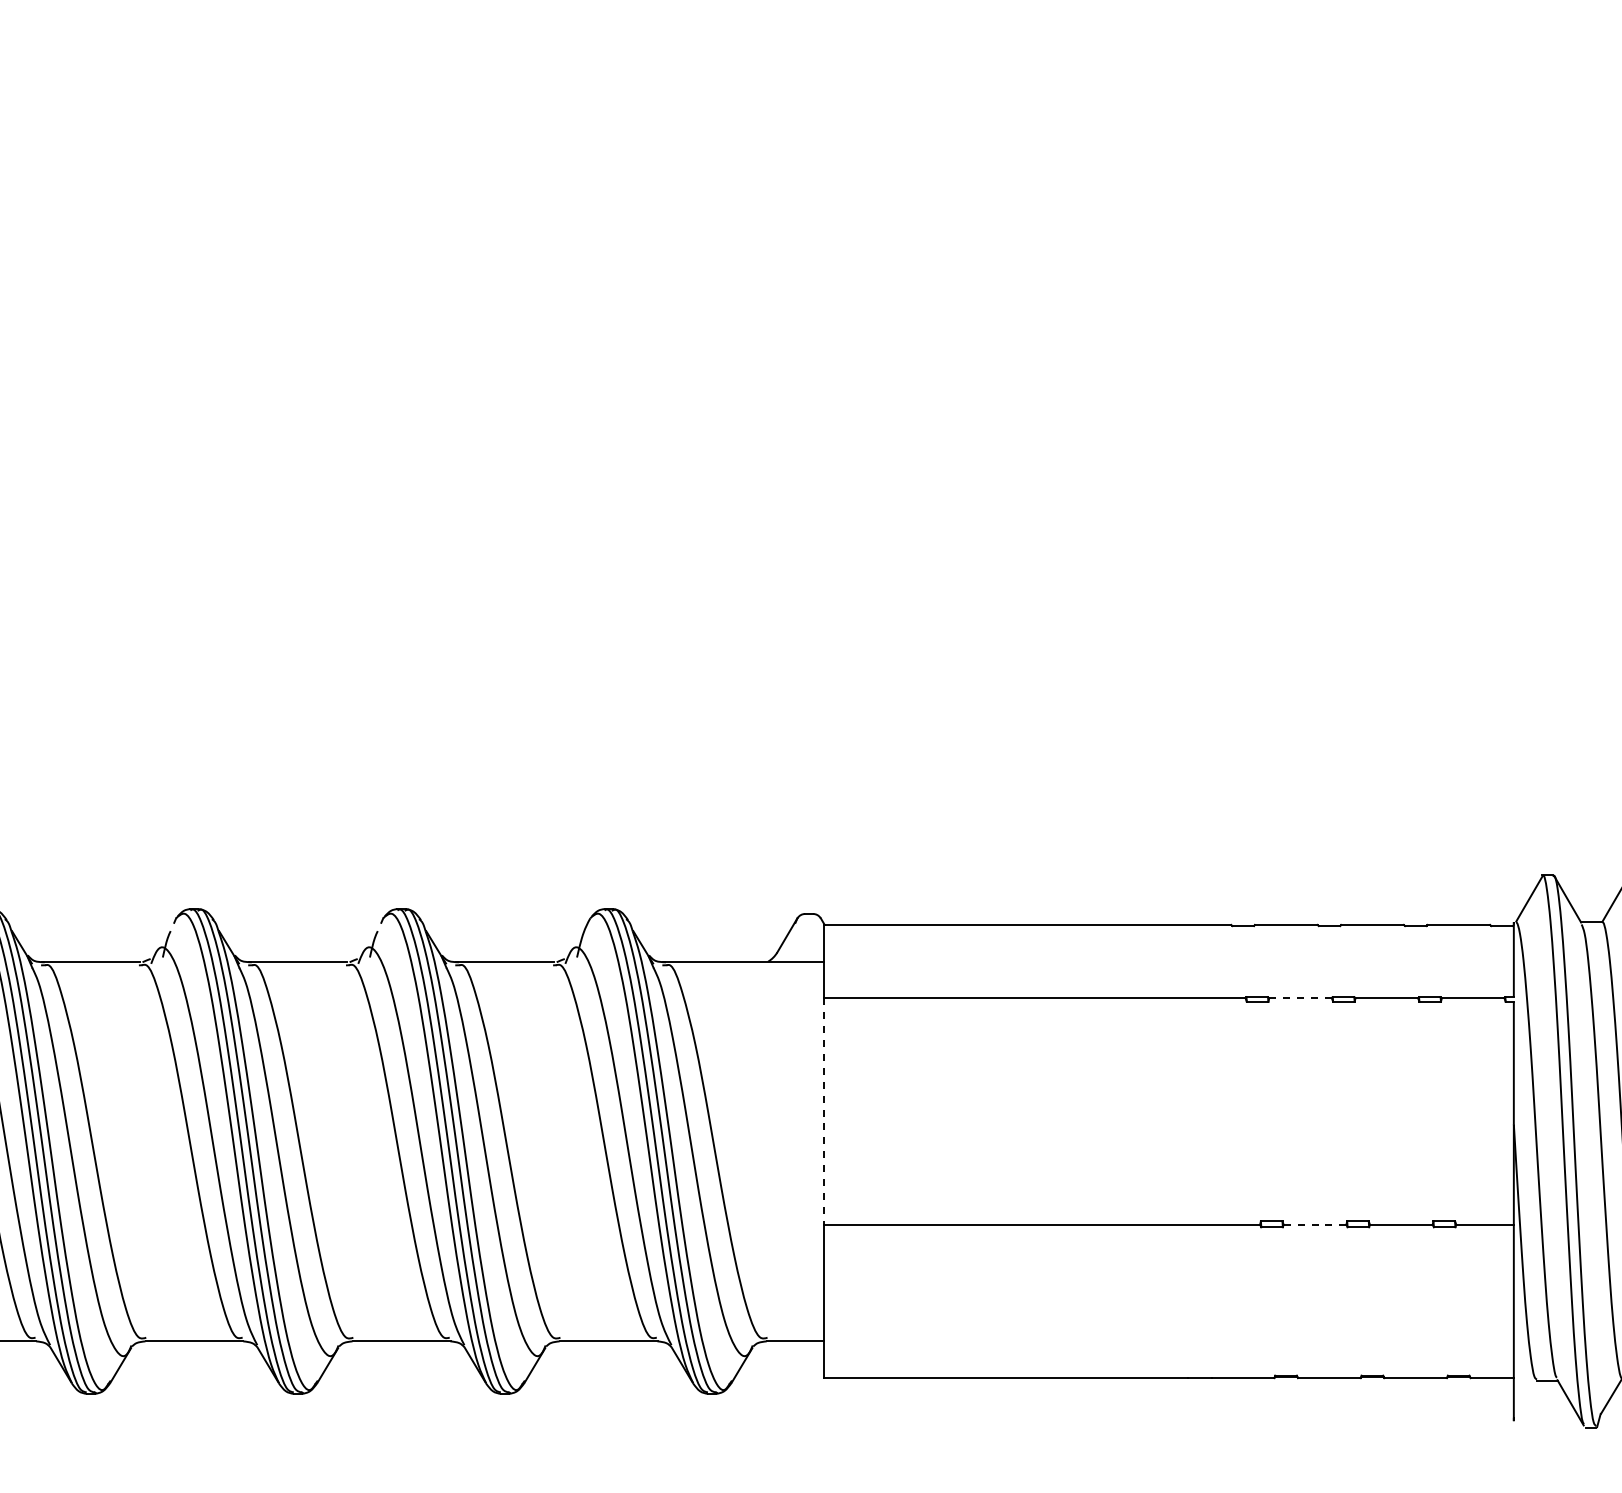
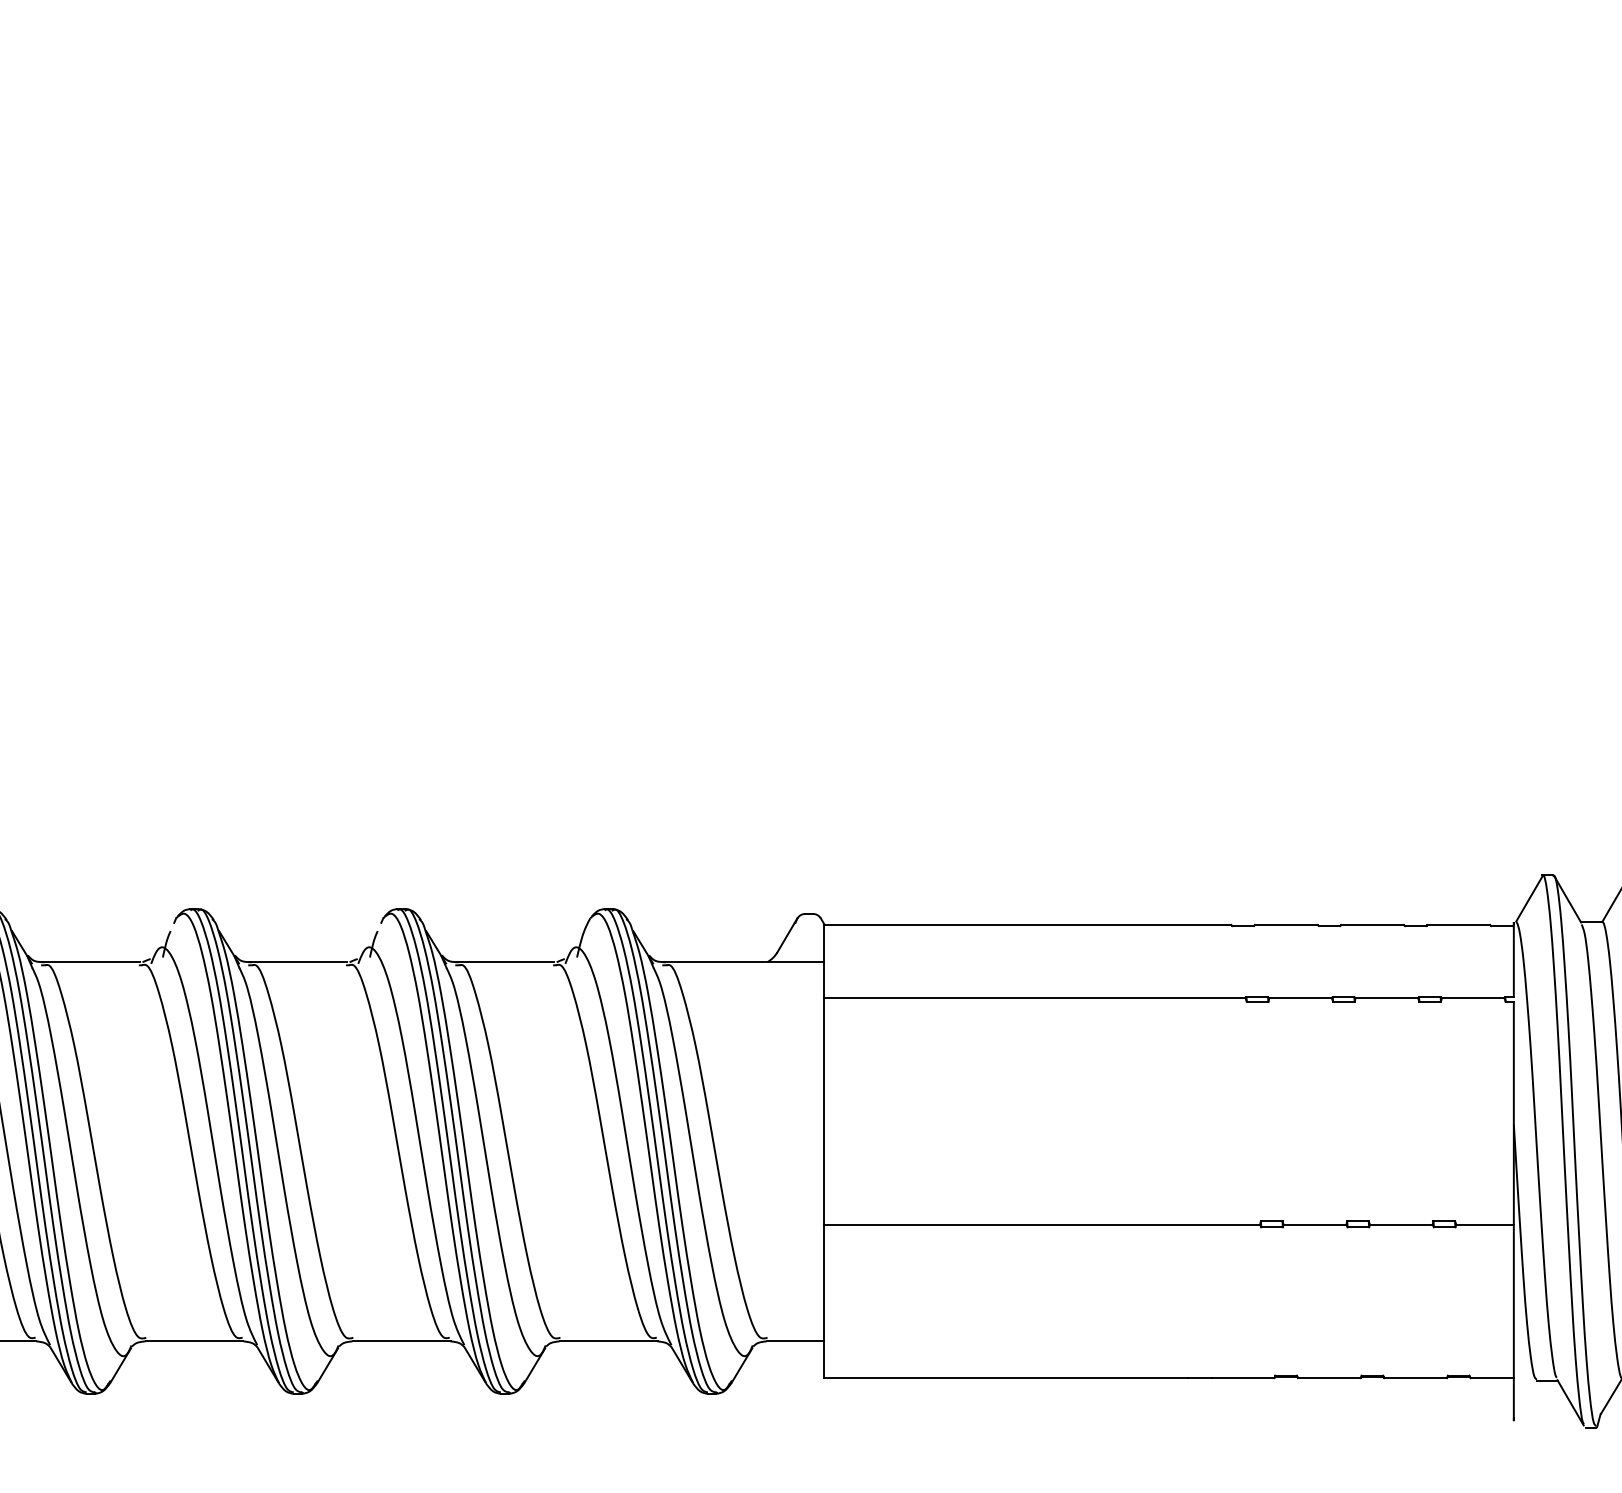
line at (1301, 998): dashed -> solid
line at (823, 1112): dashed -> solid
line at (1315, 1224): dashed -> solid
